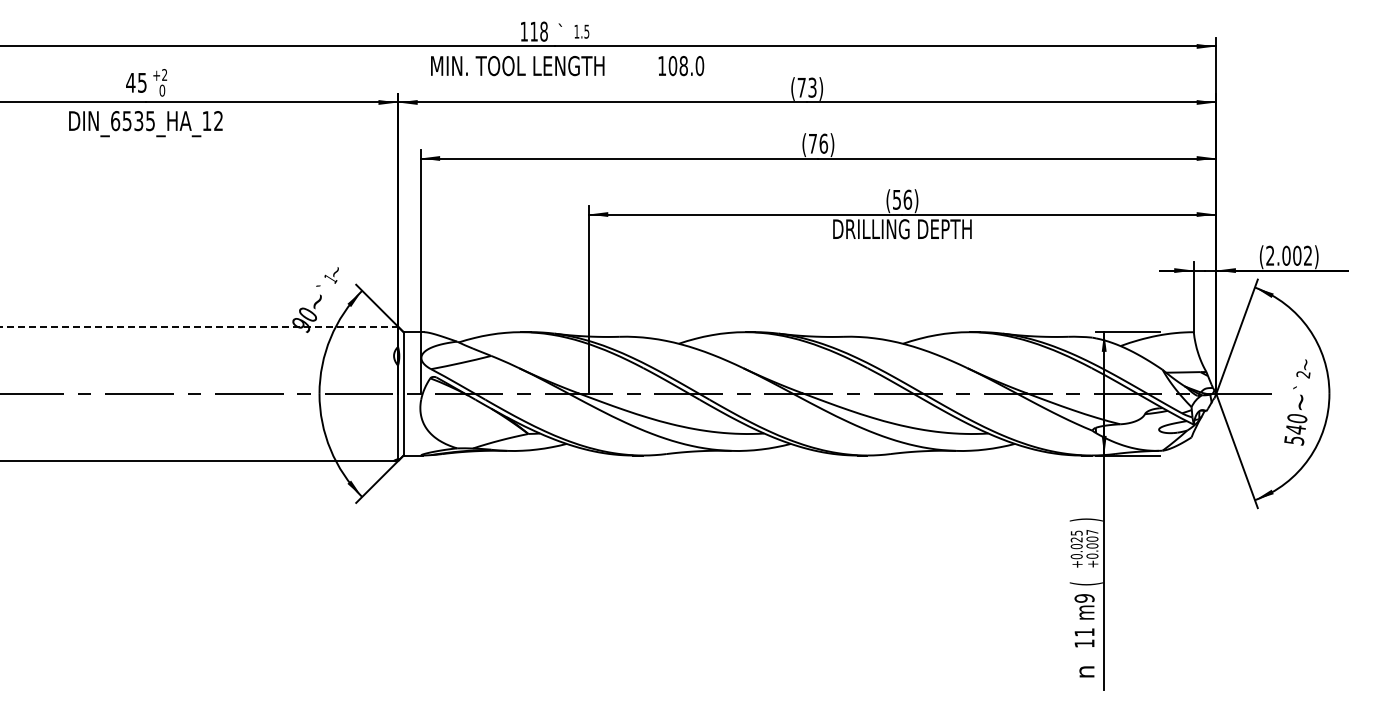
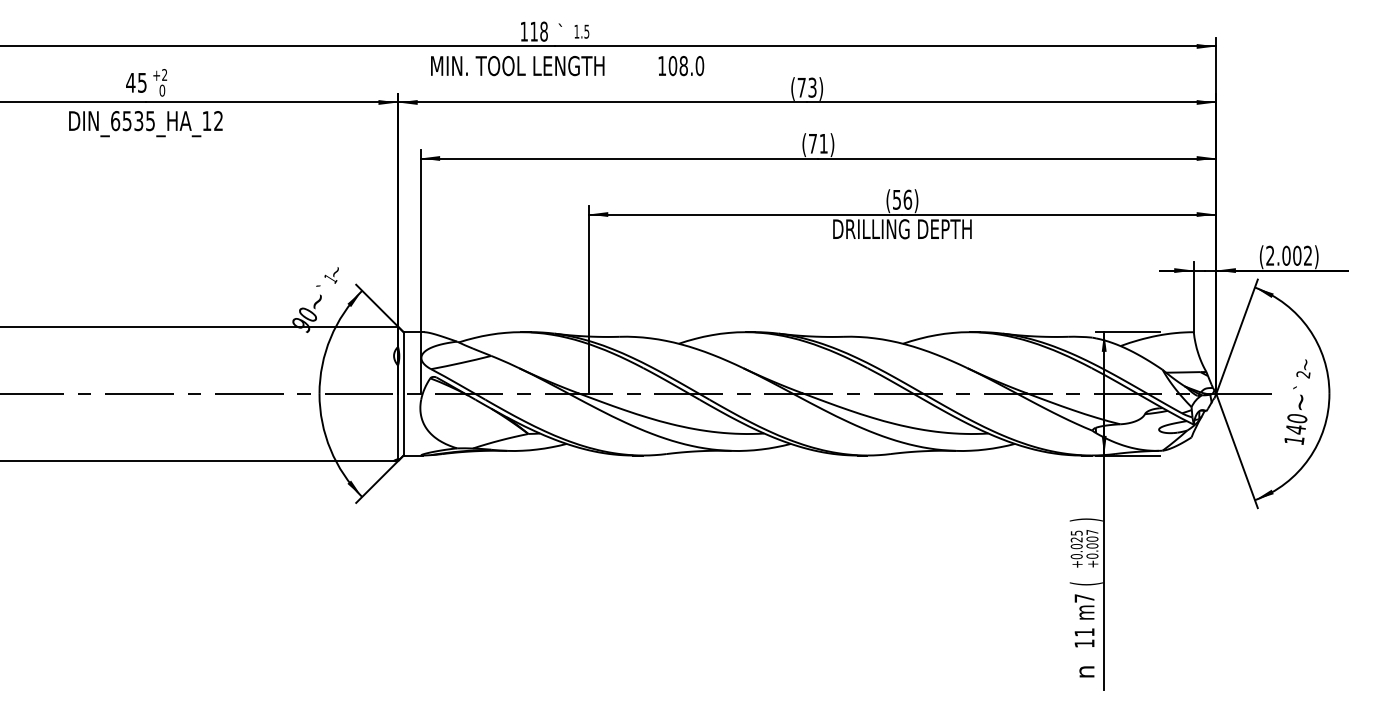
text at (823, 143): (76) -> (71)
line at (199, 326): dashed -> solid
text at (1294, 440): 540 -> 140
text at (1084, 598): m9 -> m7
